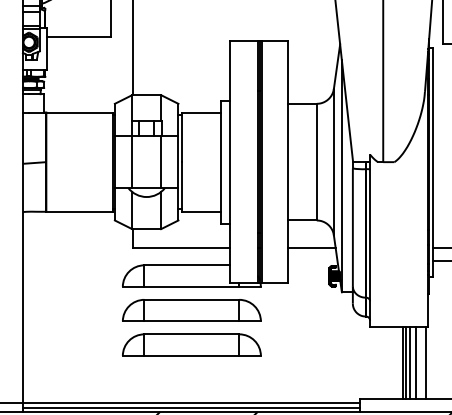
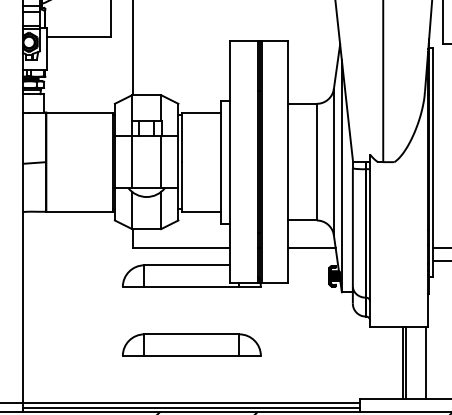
part at (191, 310): present -> none
line at (410, 363): present -> none
line at (416, 363): present -> none
